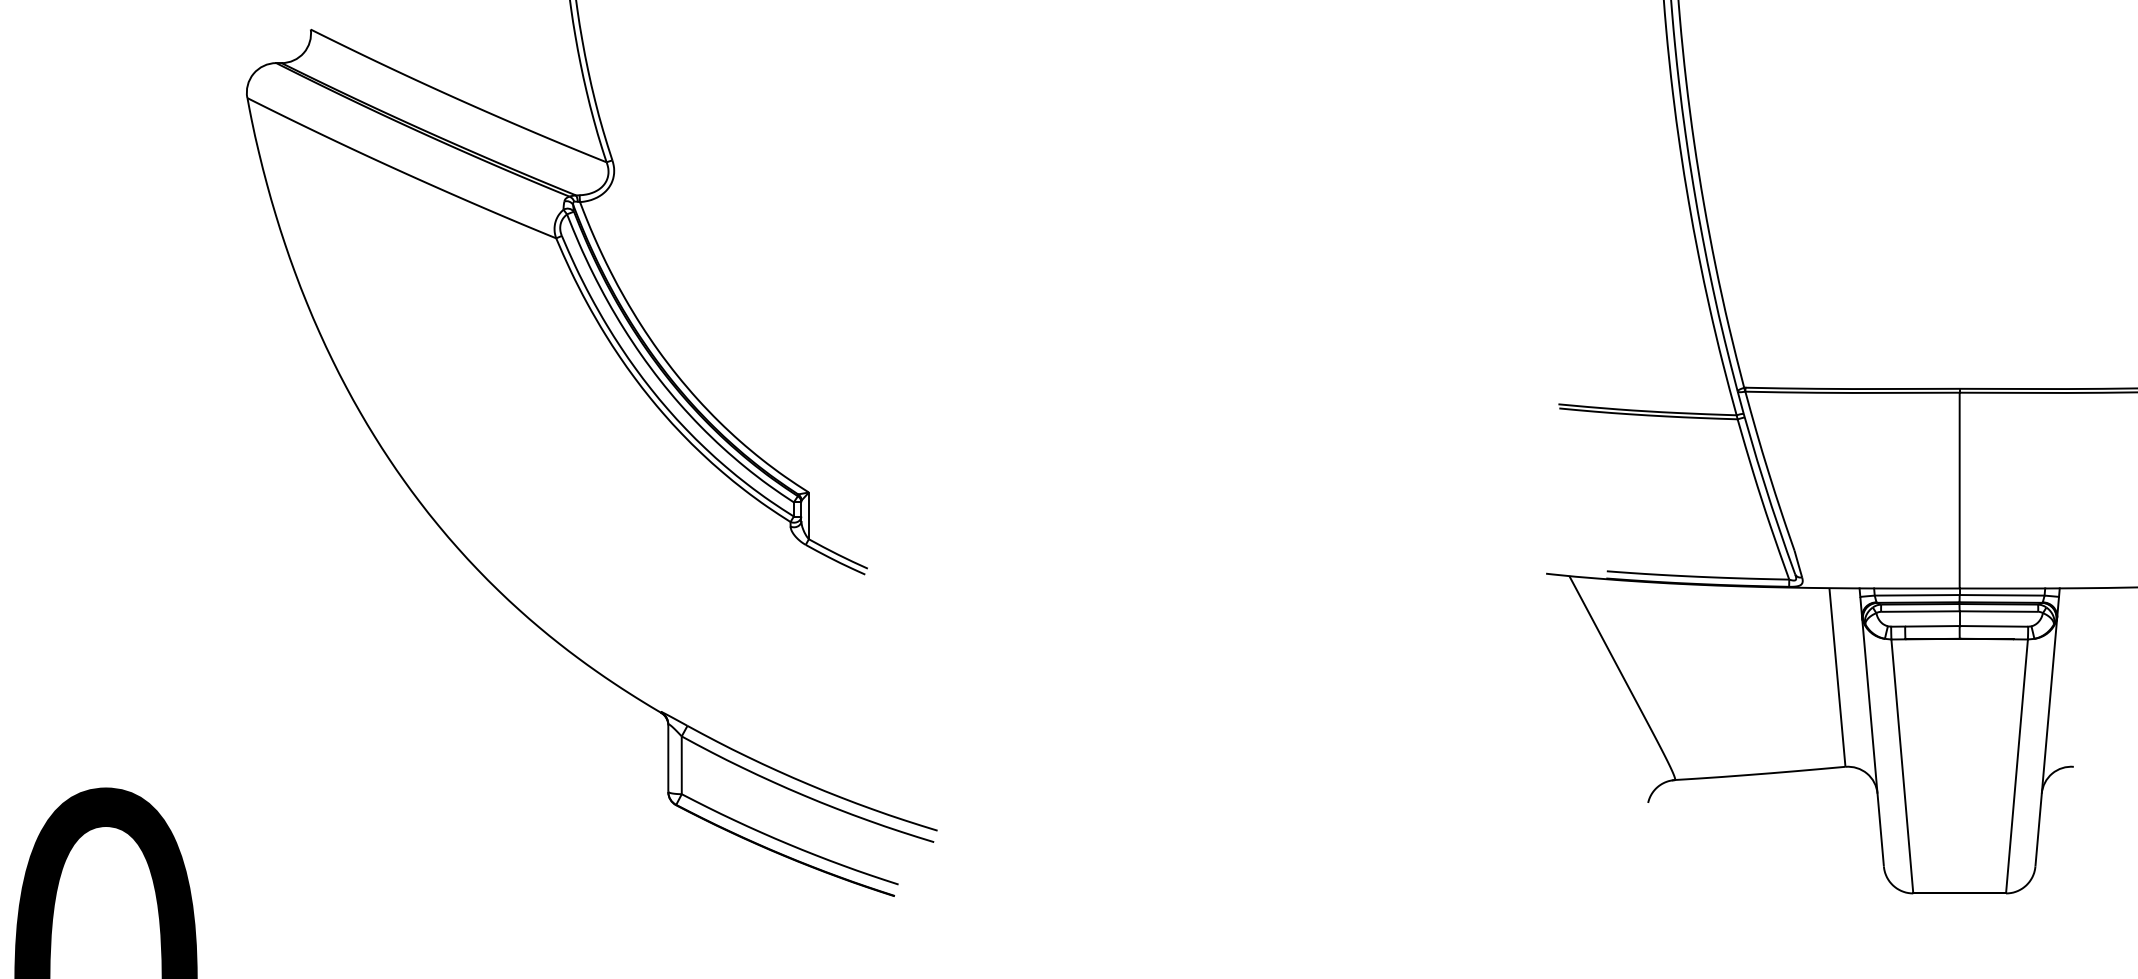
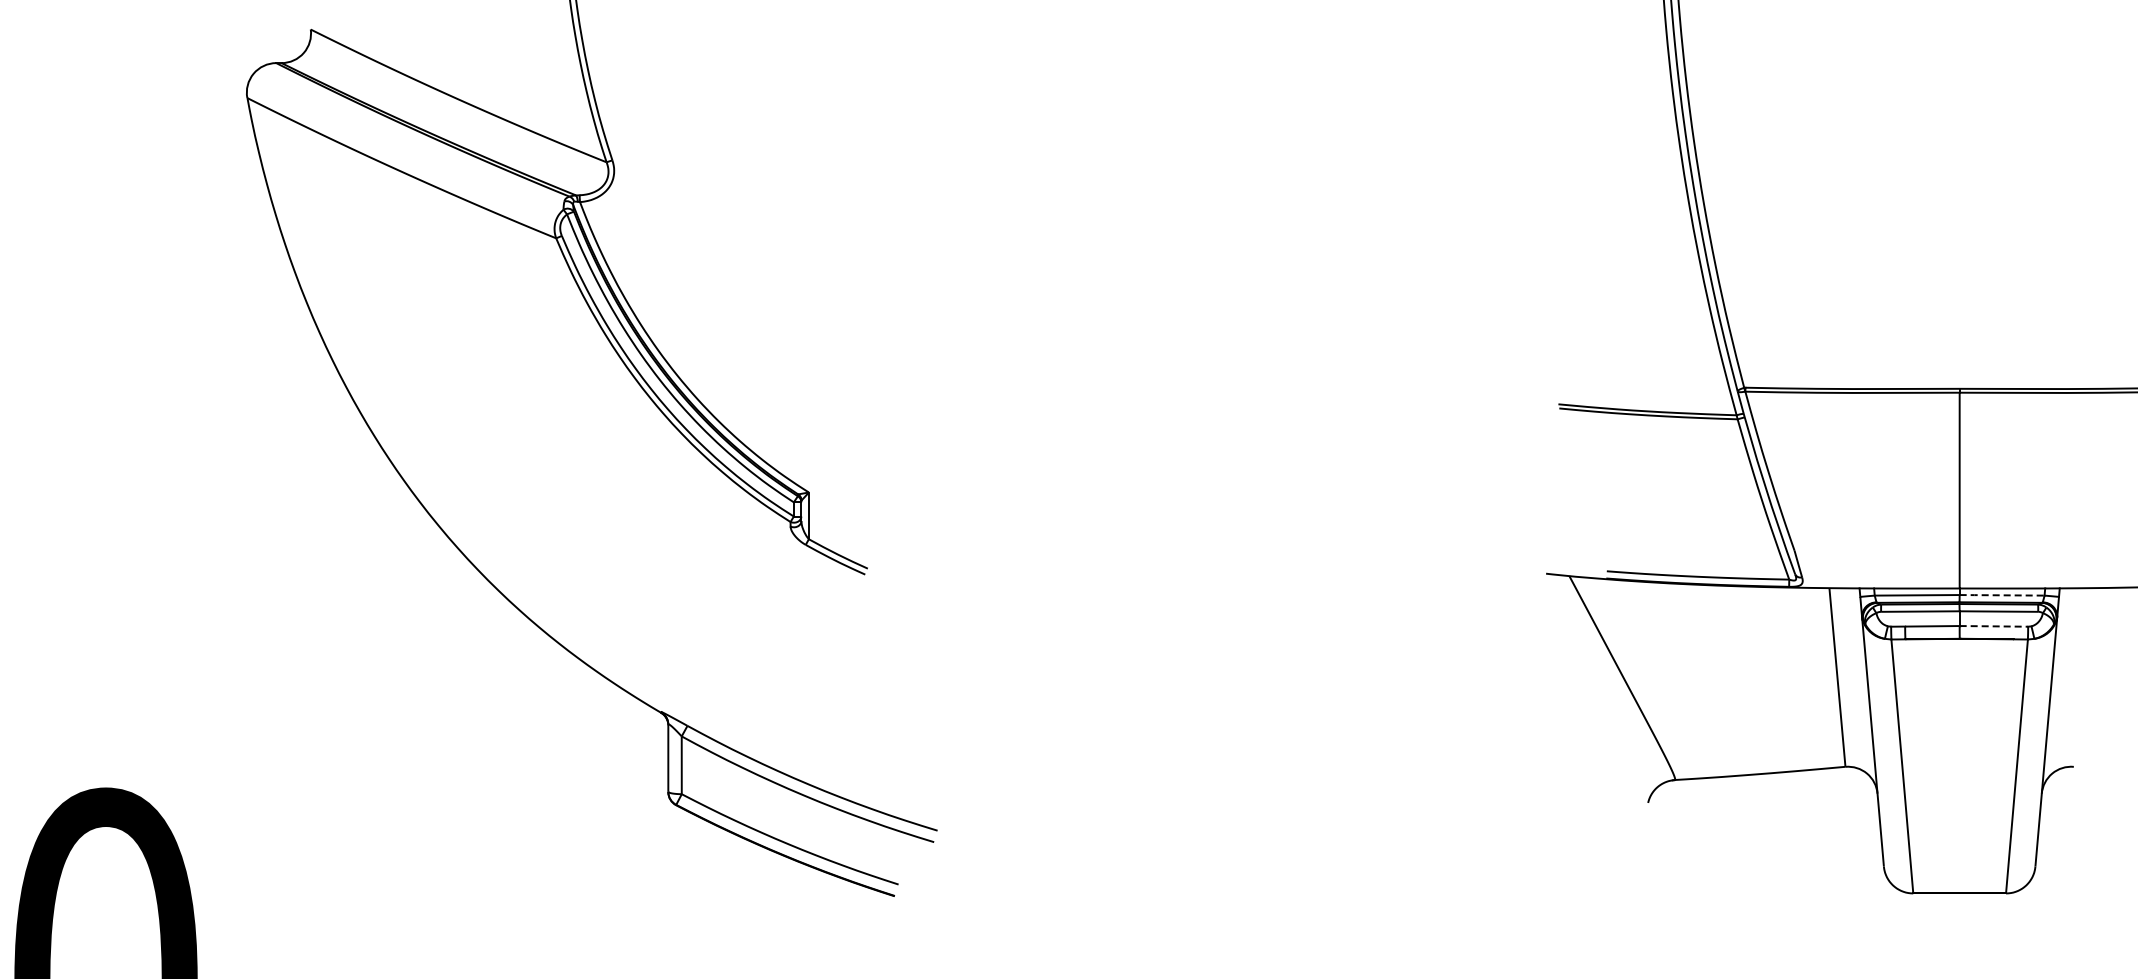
line at (2002, 595): solid -> dashed
line at (1994, 626): solid -> dashed
